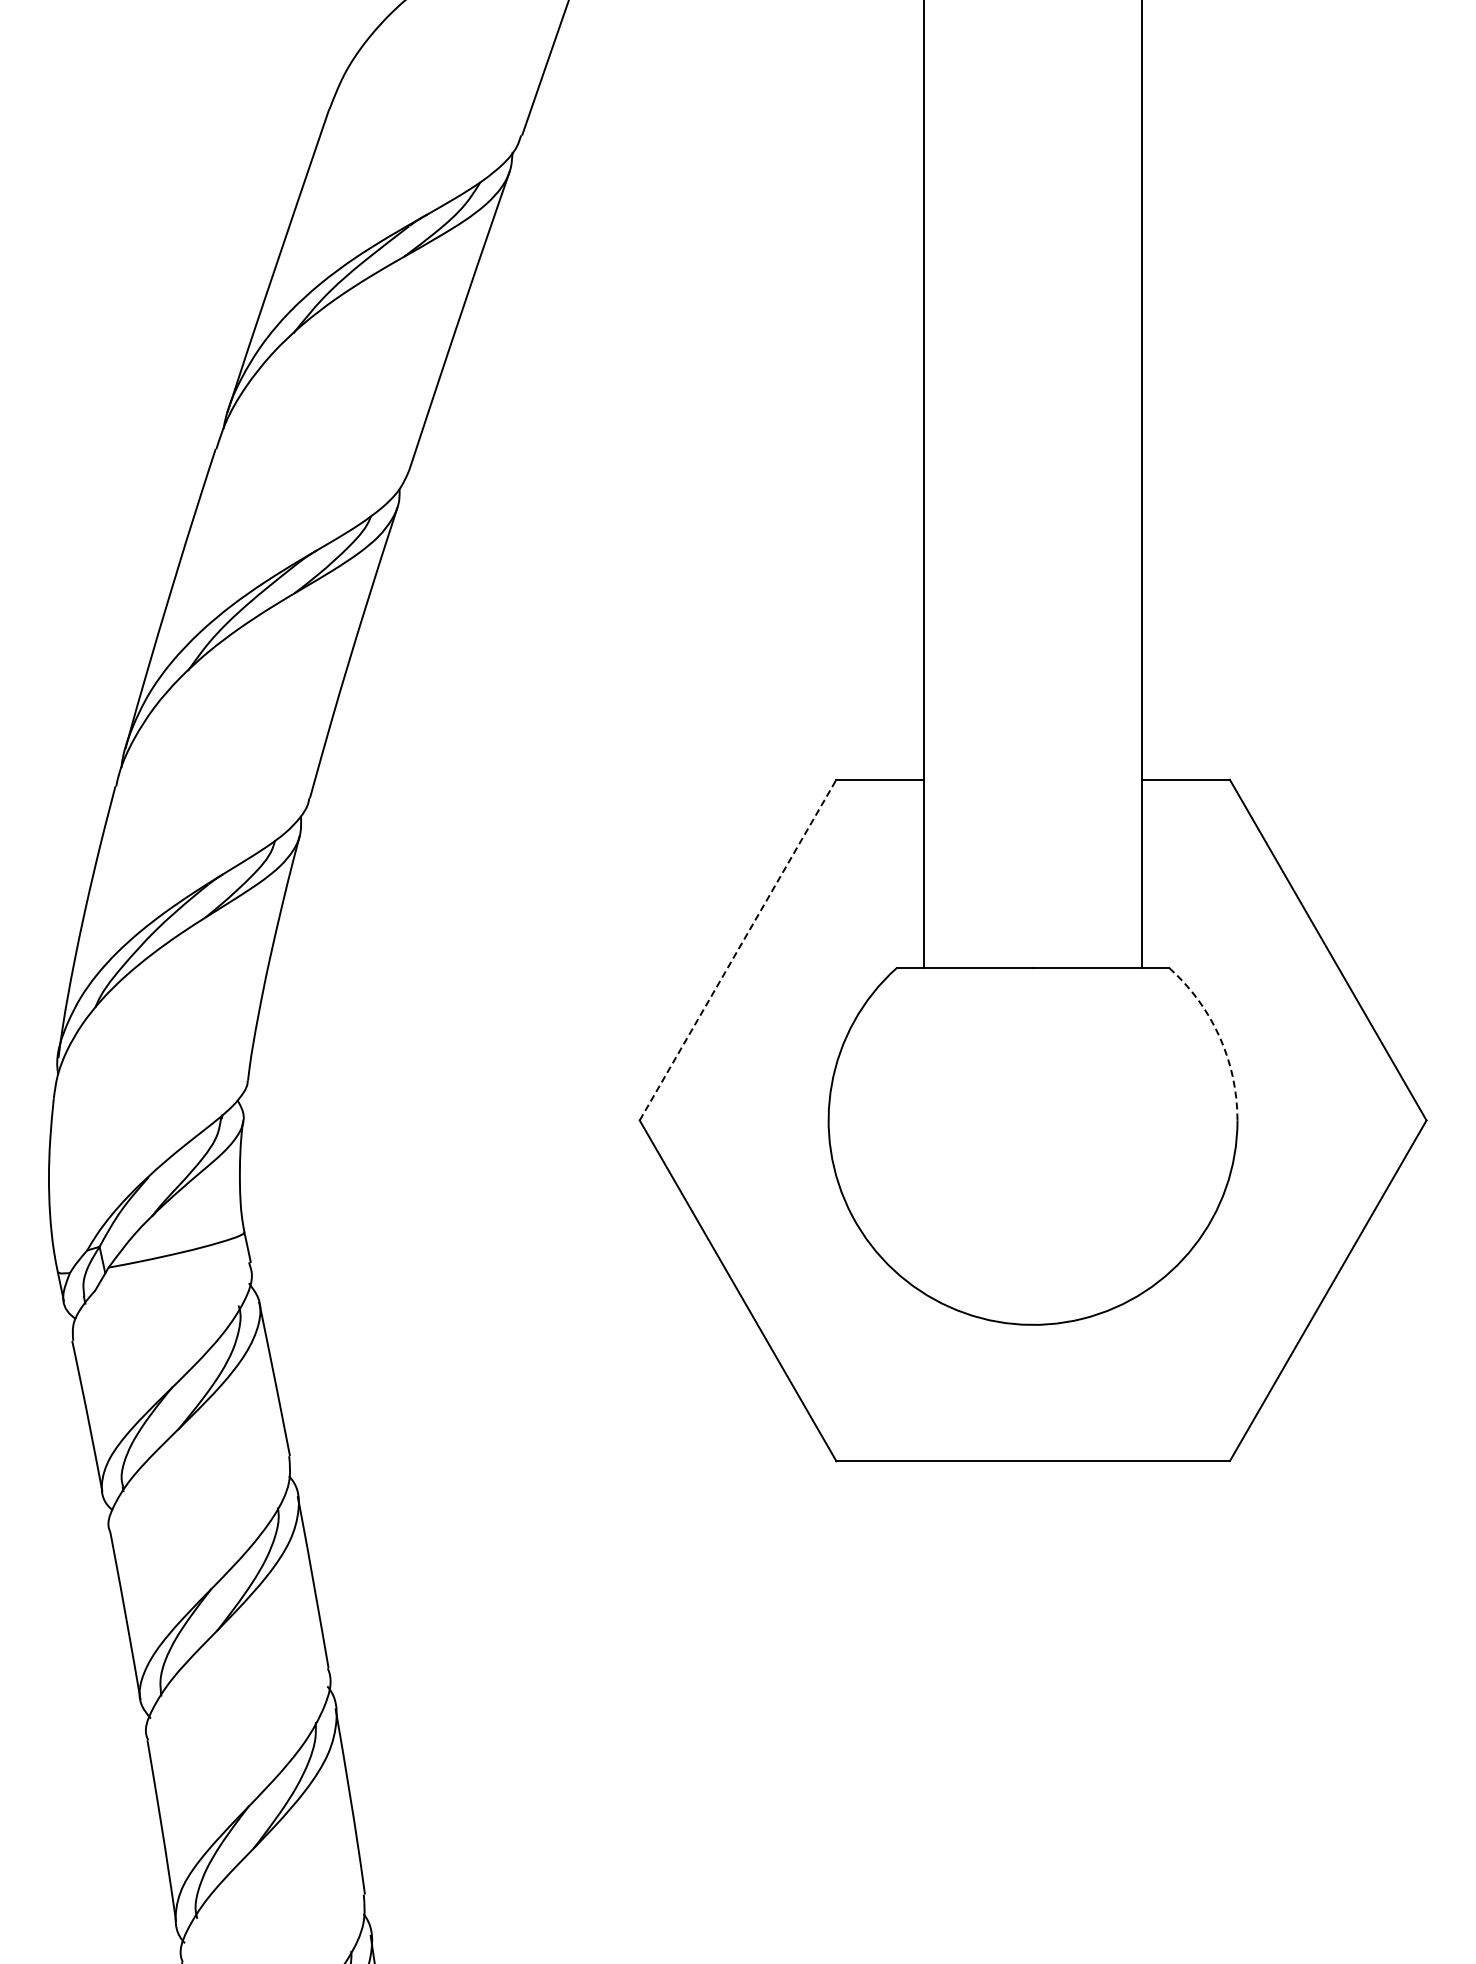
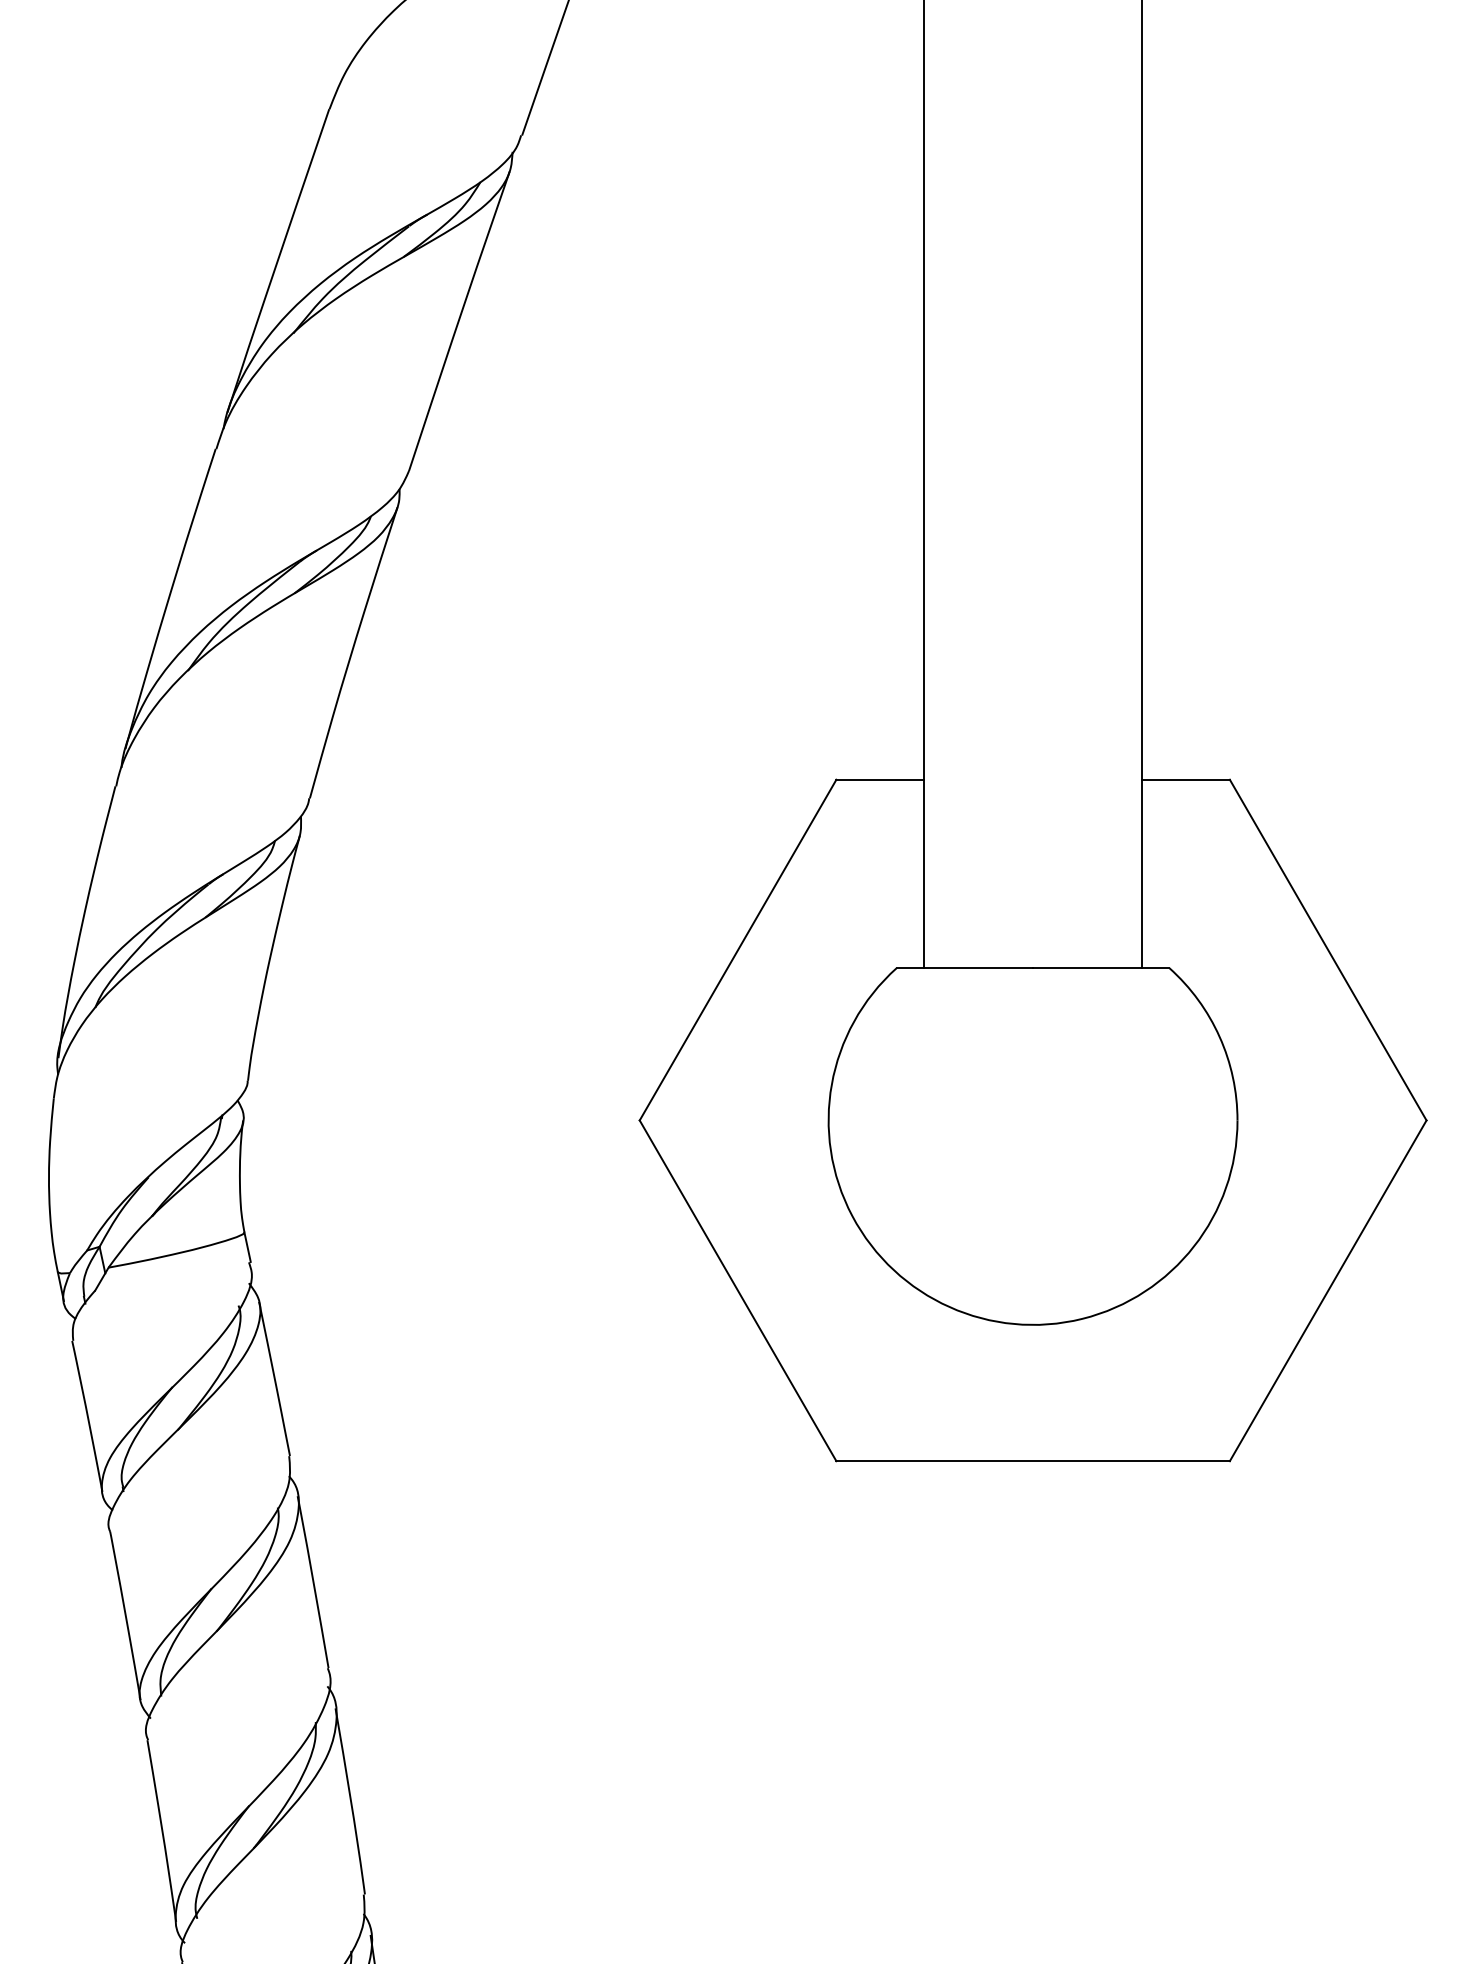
line at (738, 950): dashed -> solid
arc at (1219, 1037): dashed -> solid
